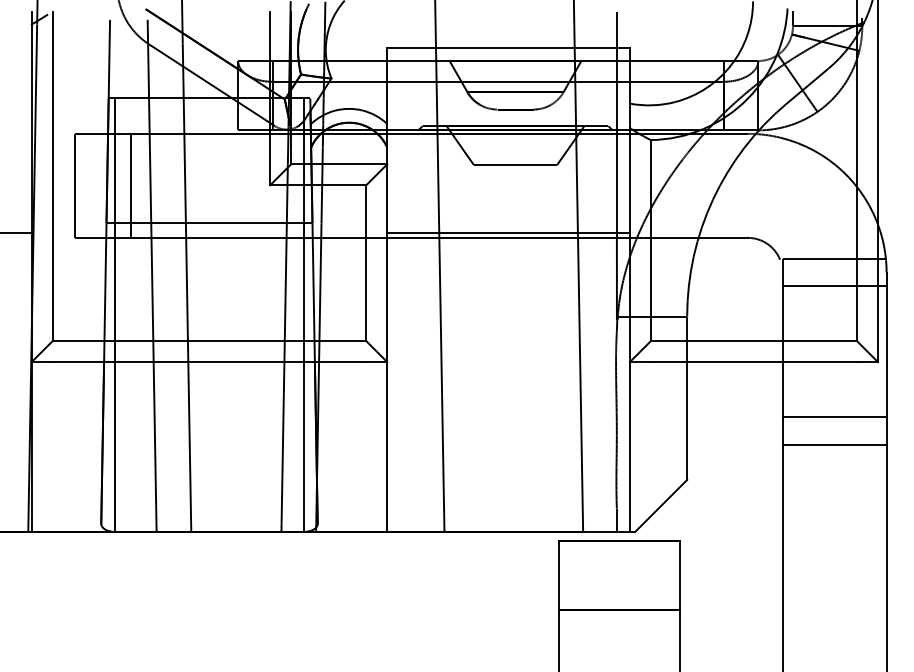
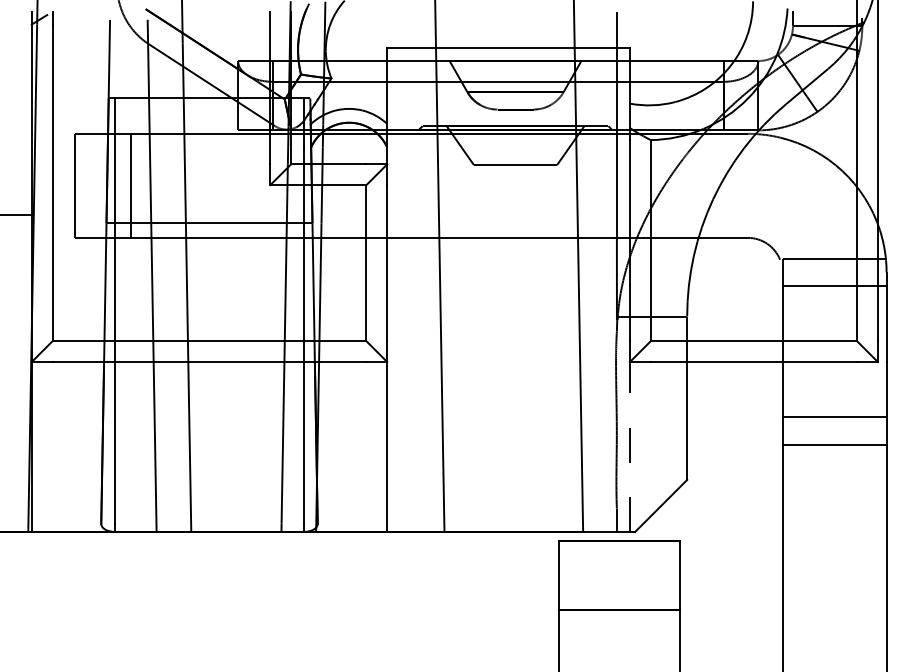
line at (16, 232) position: (16, 232) -> (16, 214)
line at (508, 232): present -> none
line at (629, 446): solid -> dashed
